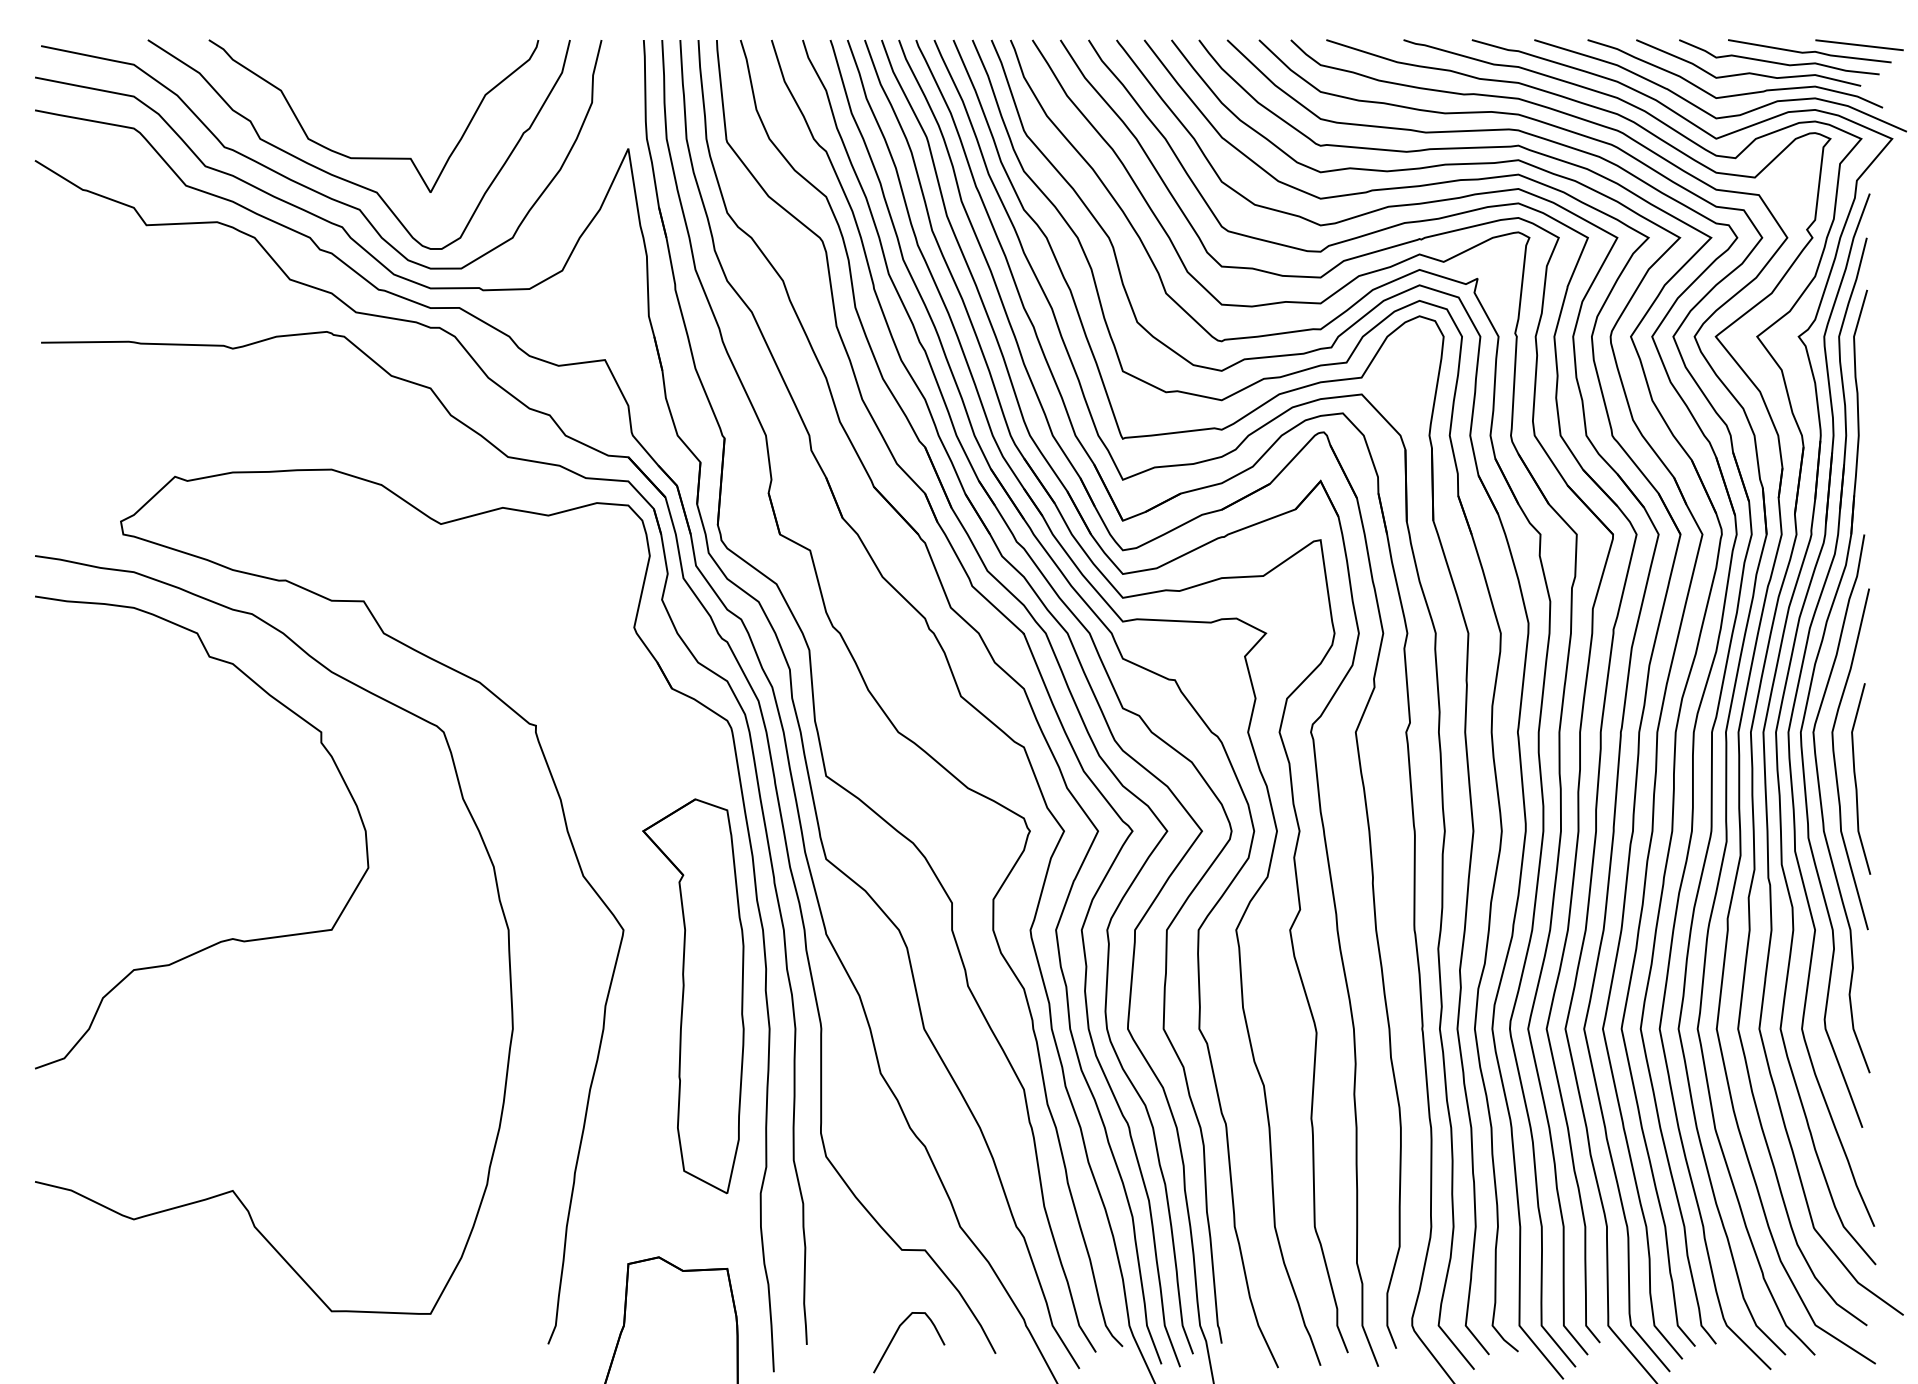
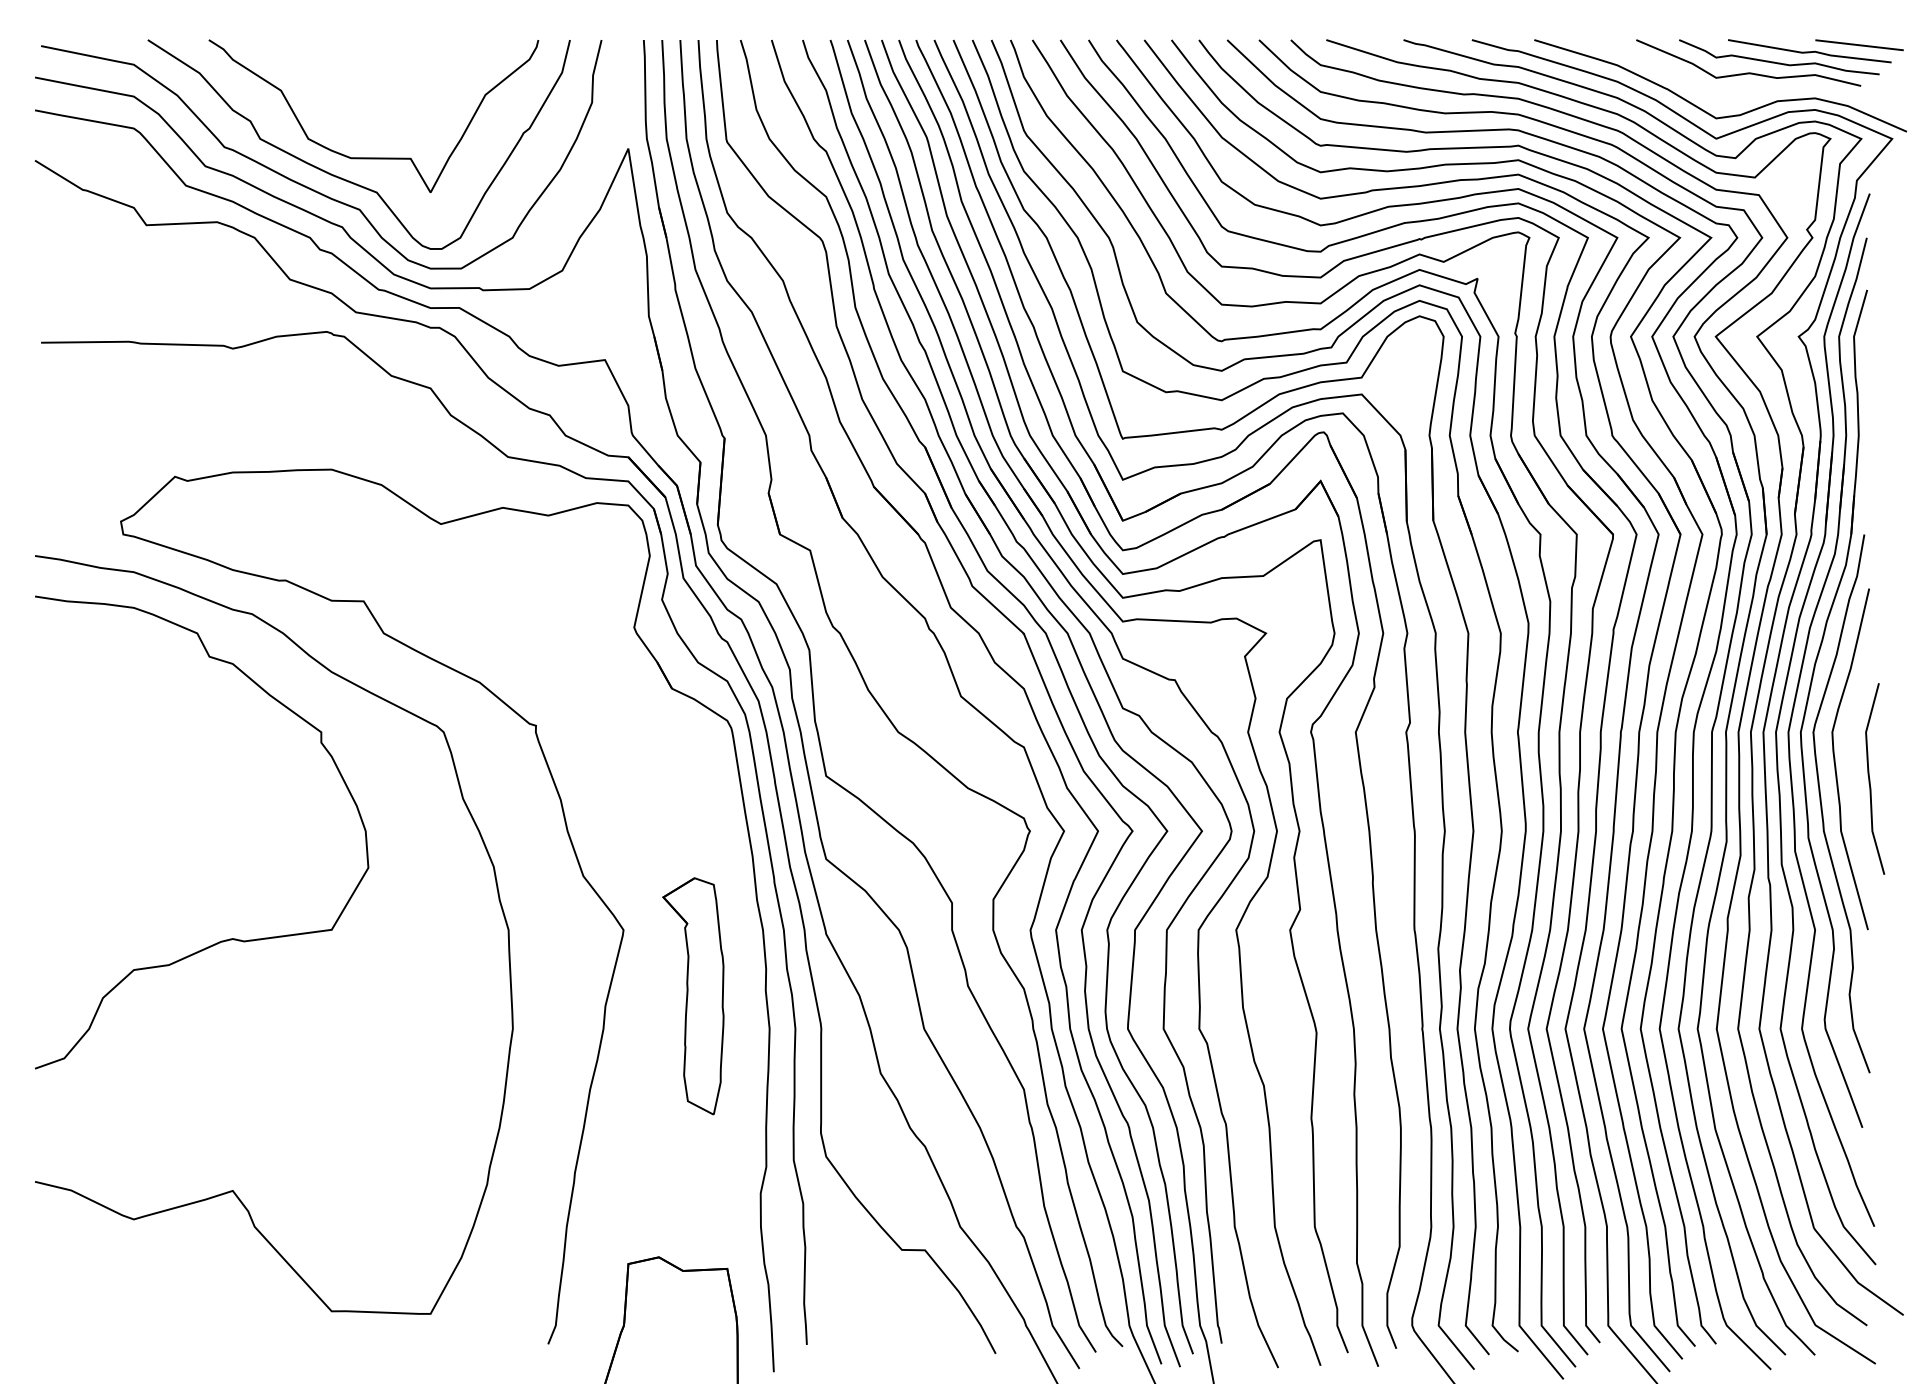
curve at (1740, 93): present -> none
curve at (1856, 778) position: (1856, 778) -> (1870, 778)
part at (693, 996) size: 103x397 px -> 63x239 px
curve at (896, 1334): present -> none
